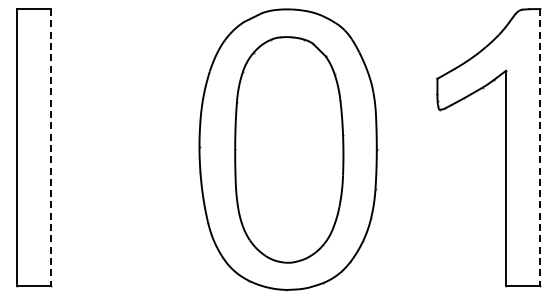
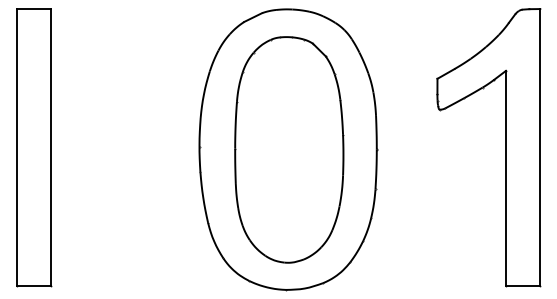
line at (51, 147): dashed -> solid
line at (540, 147): dashed -> solid
